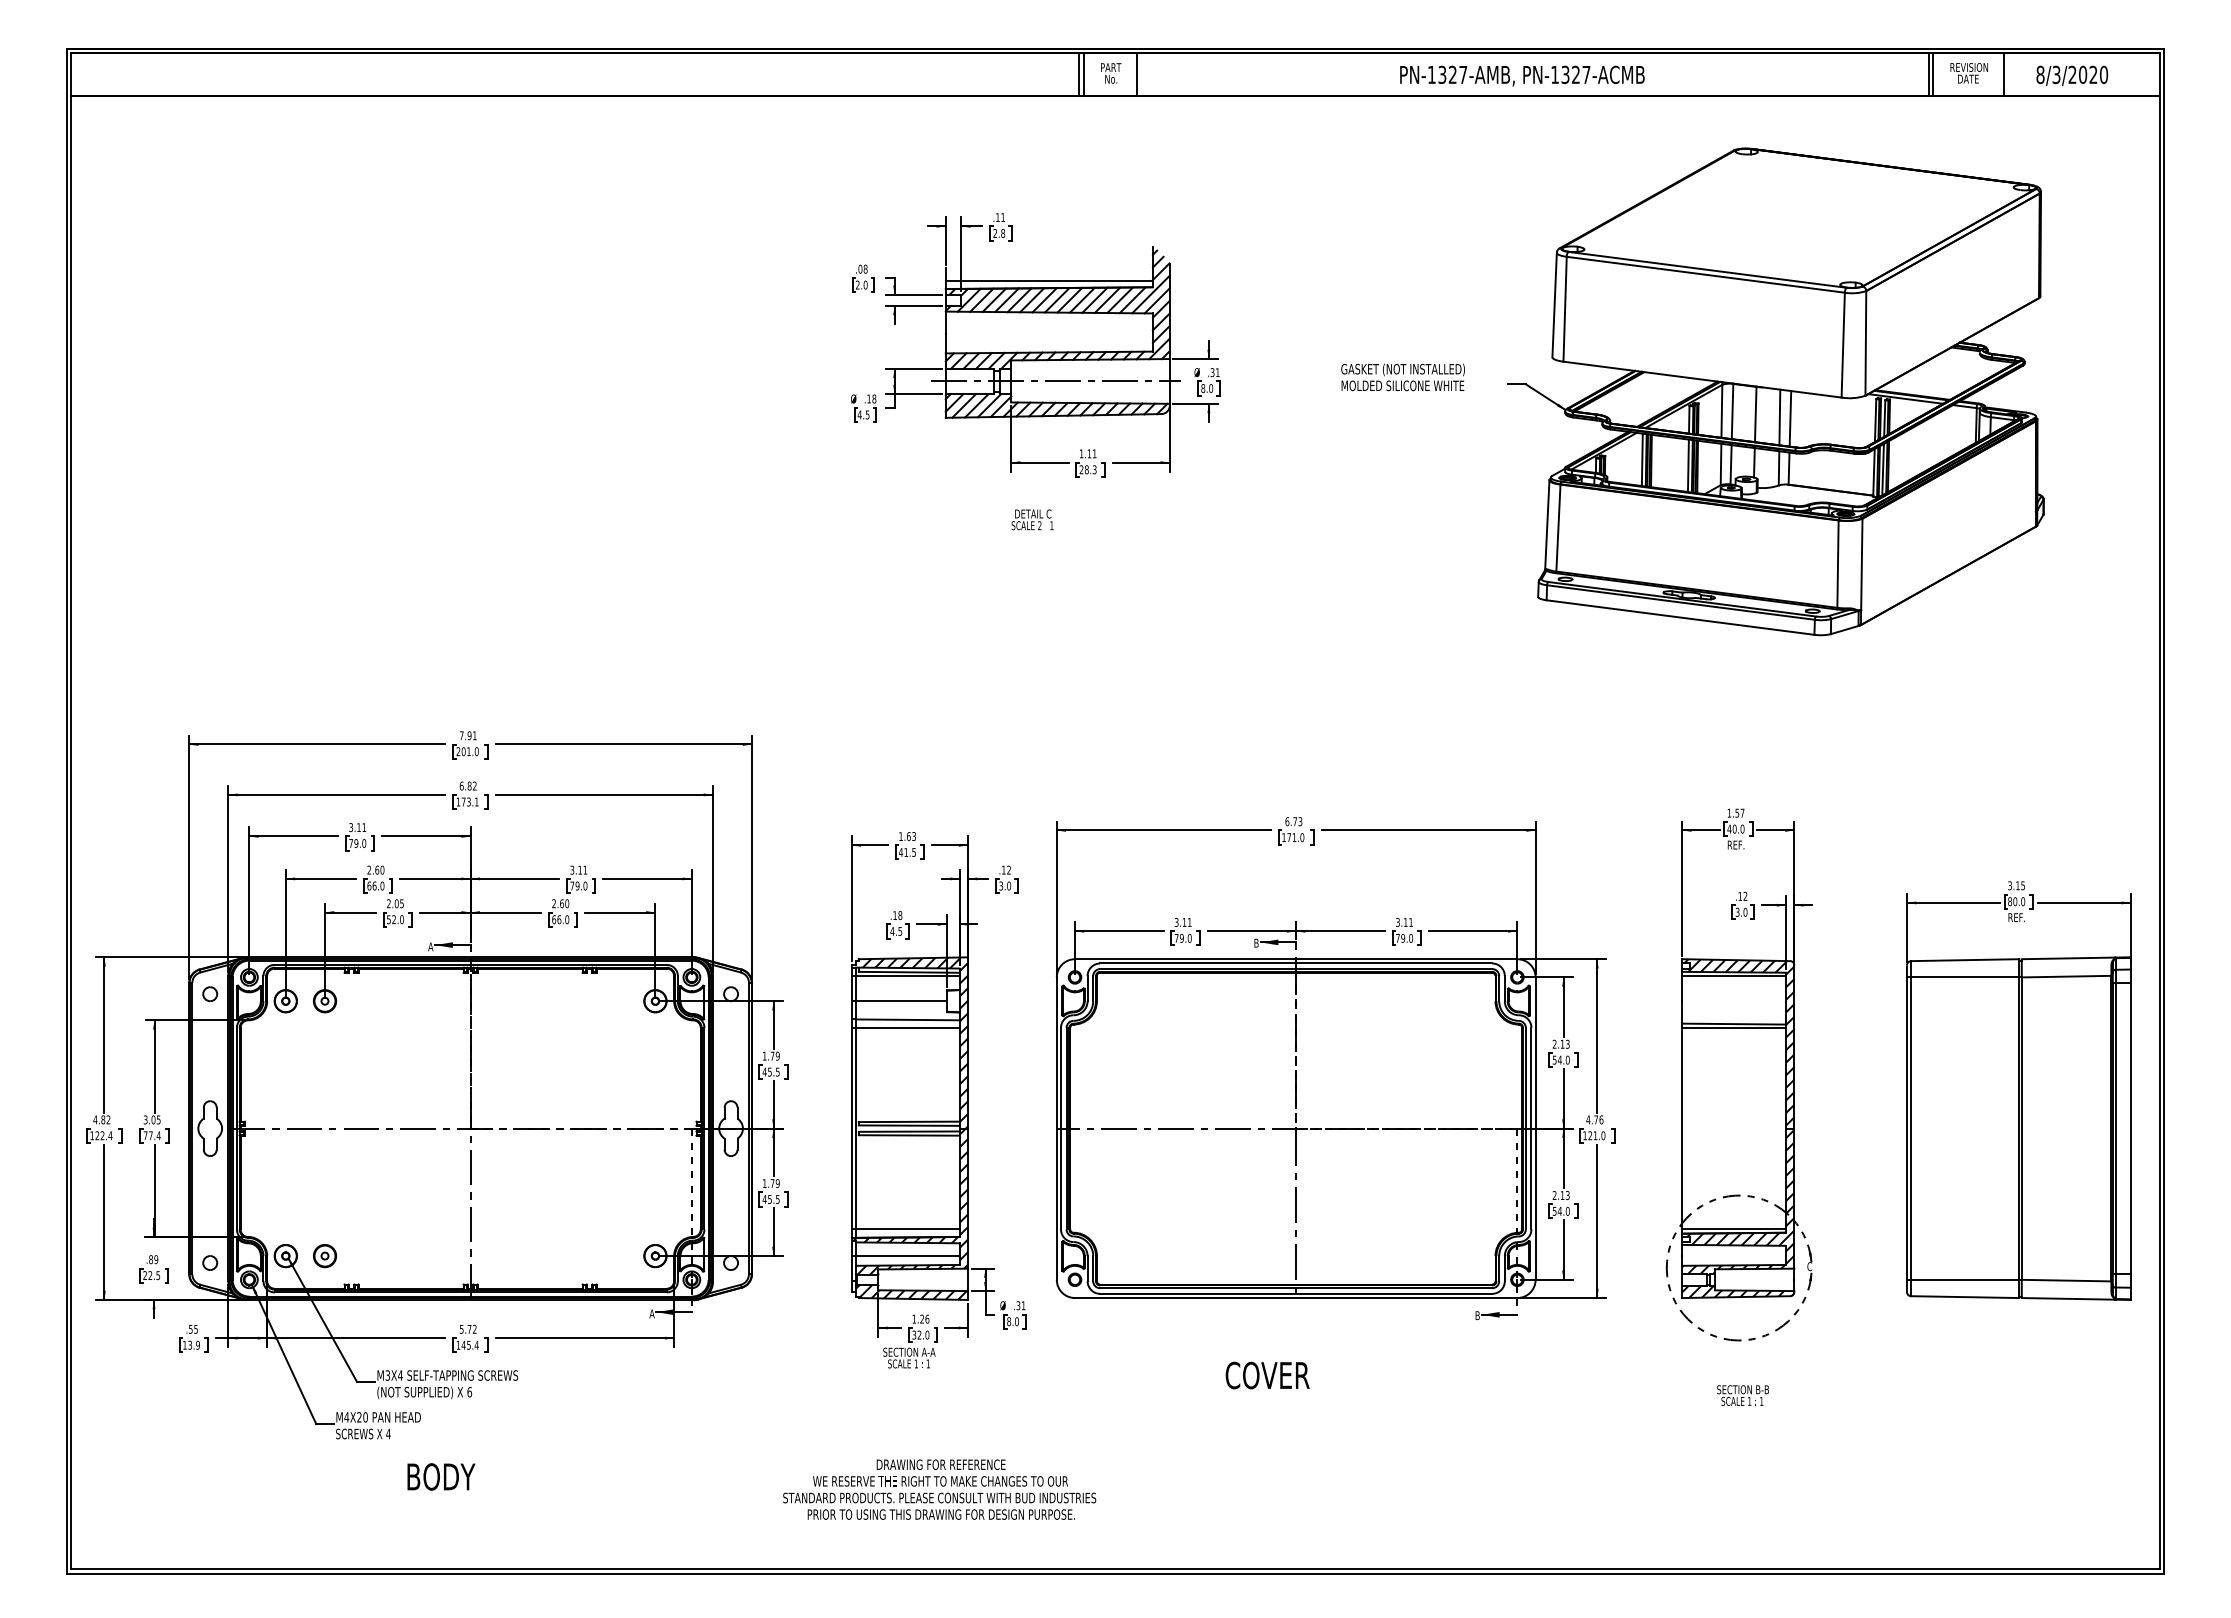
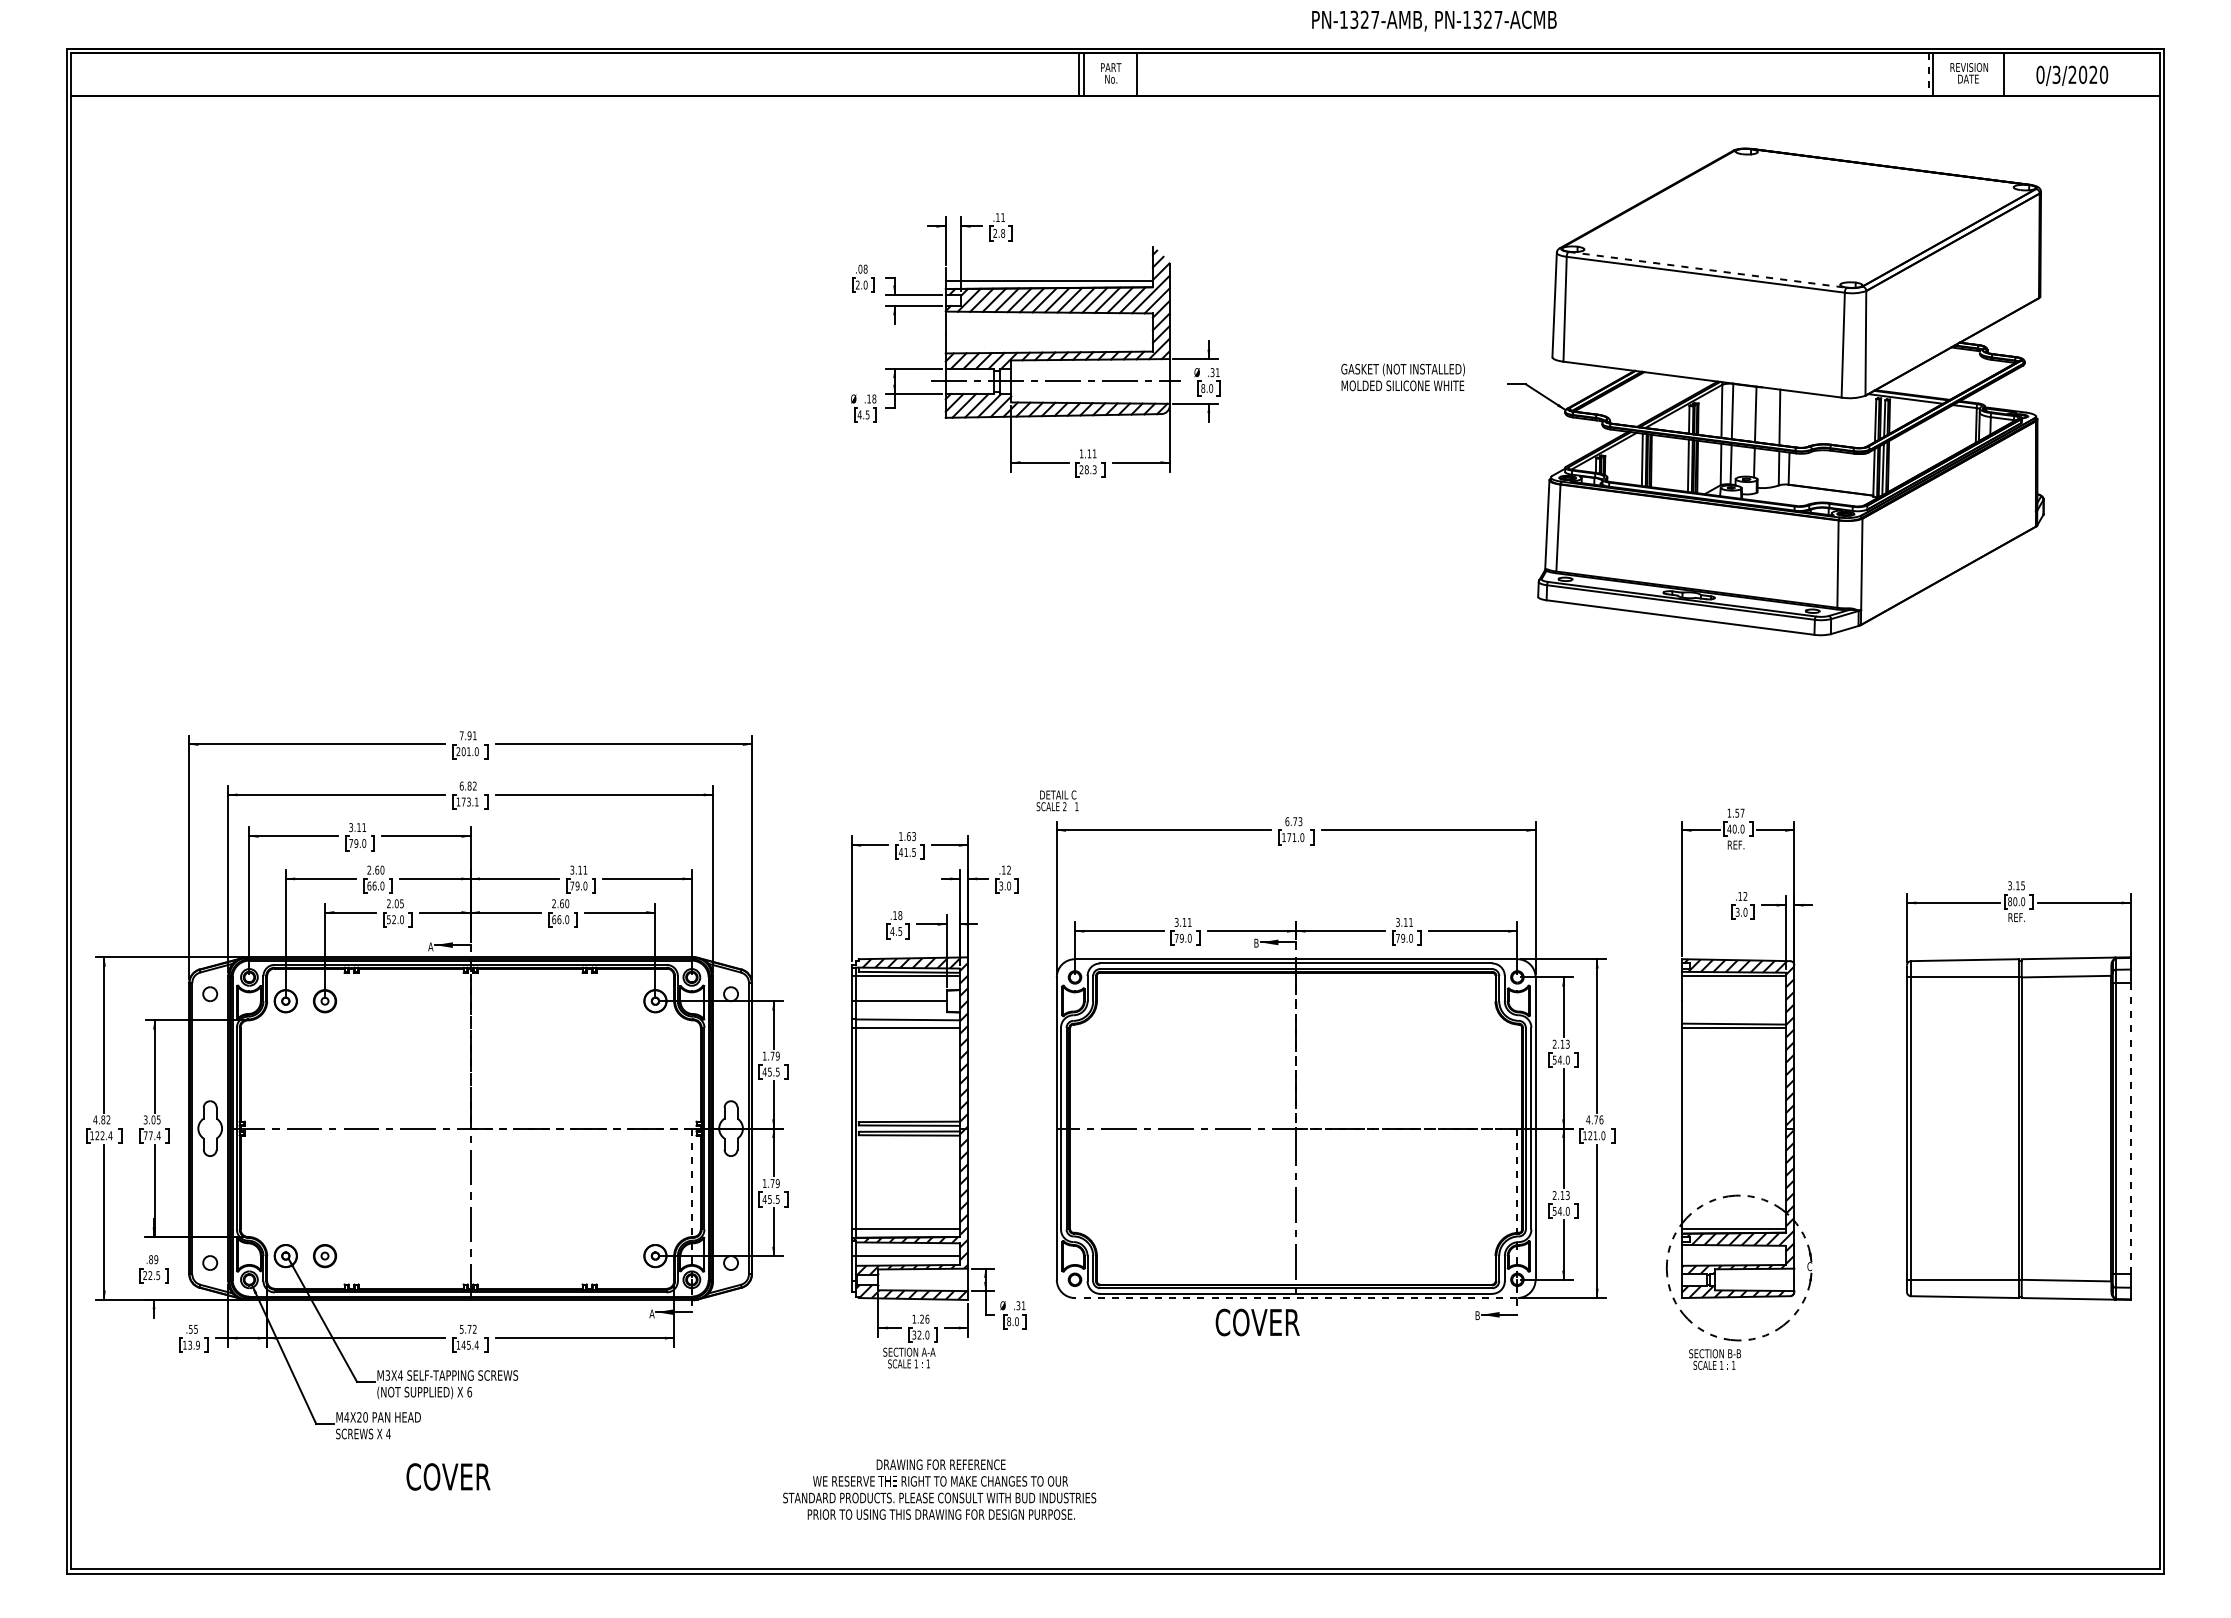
line at (1928, 74): solid -> dashed
text at (2040, 74): 8/3/2020 -> 0/3/2020
text at (1522, 75) position: (1522, 75) -> (1434, 20)
line at (1708, 269): solid -> dashed
line at (1790, 418): present -> none
text at (1032, 519) position: (1032, 519) -> (1057, 800)
line at (2131, 1128): solid -> dashed
line at (1295, 1298): solid -> dashed
text at (1267, 1375) position: (1267, 1375) -> (1257, 1322)
text at (1742, 1395) position: (1742, 1395) -> (1714, 1359)
text at (448, 1476): BODY -> COVER
